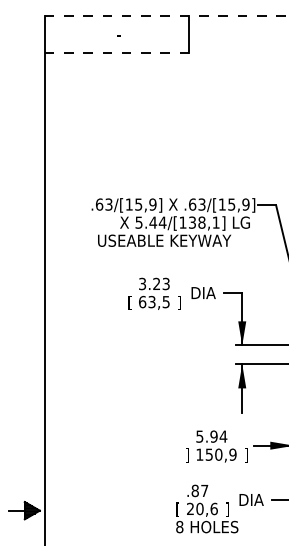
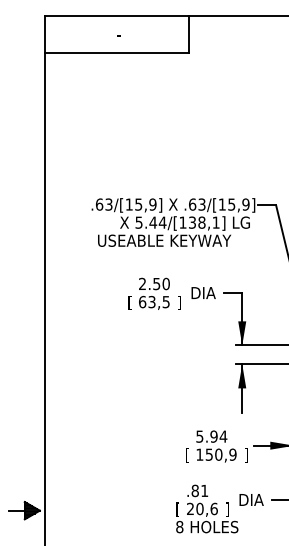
line at (166, 16): dashed -> solid
line at (117, 52): dashed -> solid
text at (154, 283): 3.23 -> 2.50
text at (187, 455): ] -> [
text at (204, 490): .87 -> .81
